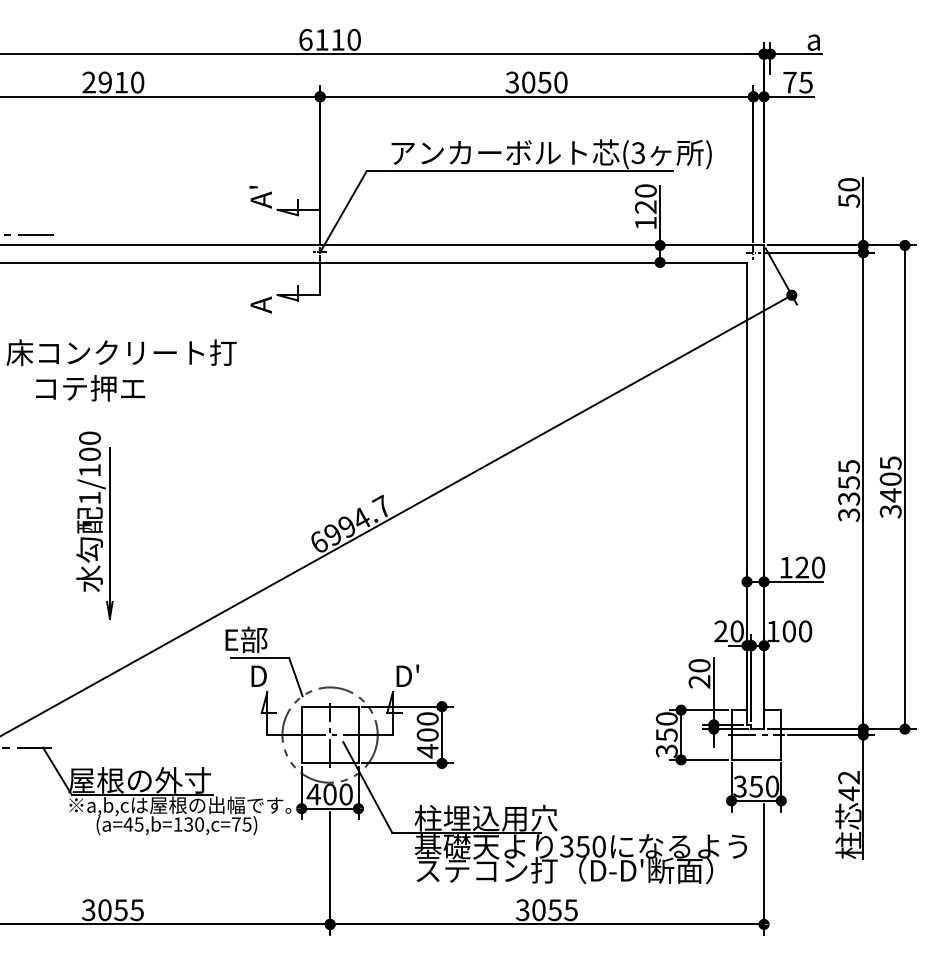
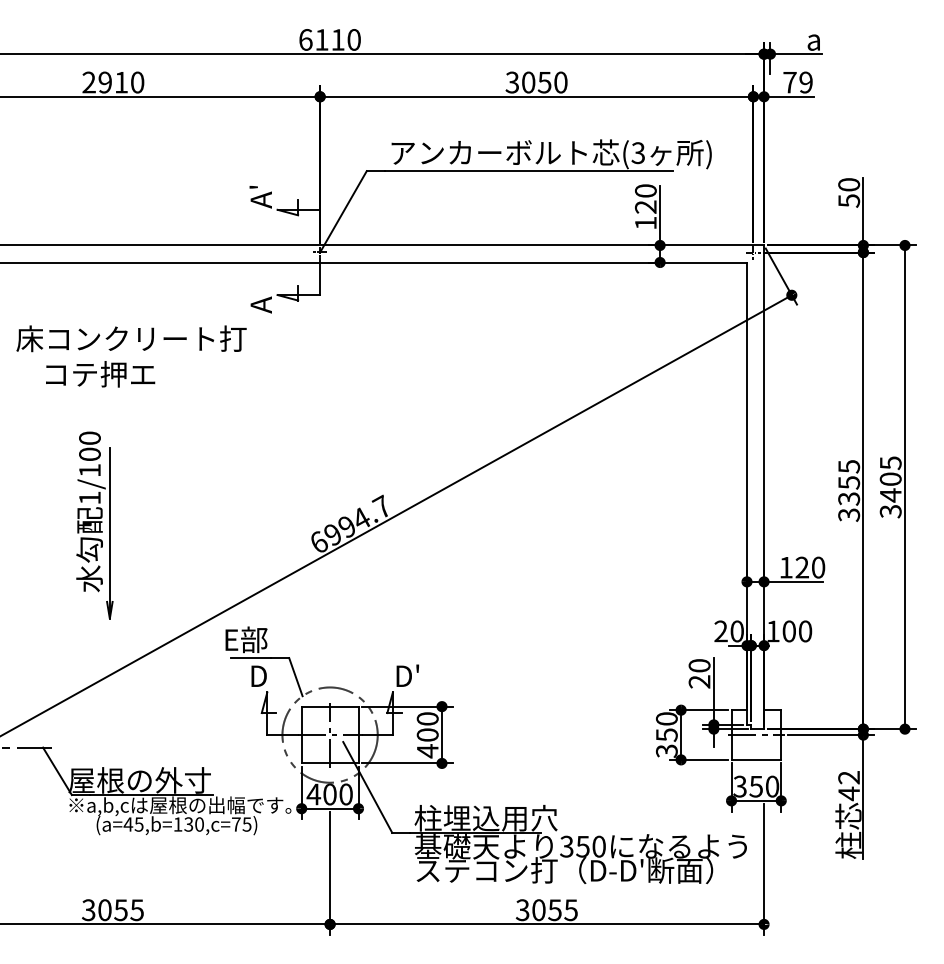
text at (805, 82): 75 -> 79
line at (27, 234): present -> none
text at (121, 370) position: (121, 370) -> (131, 356)
